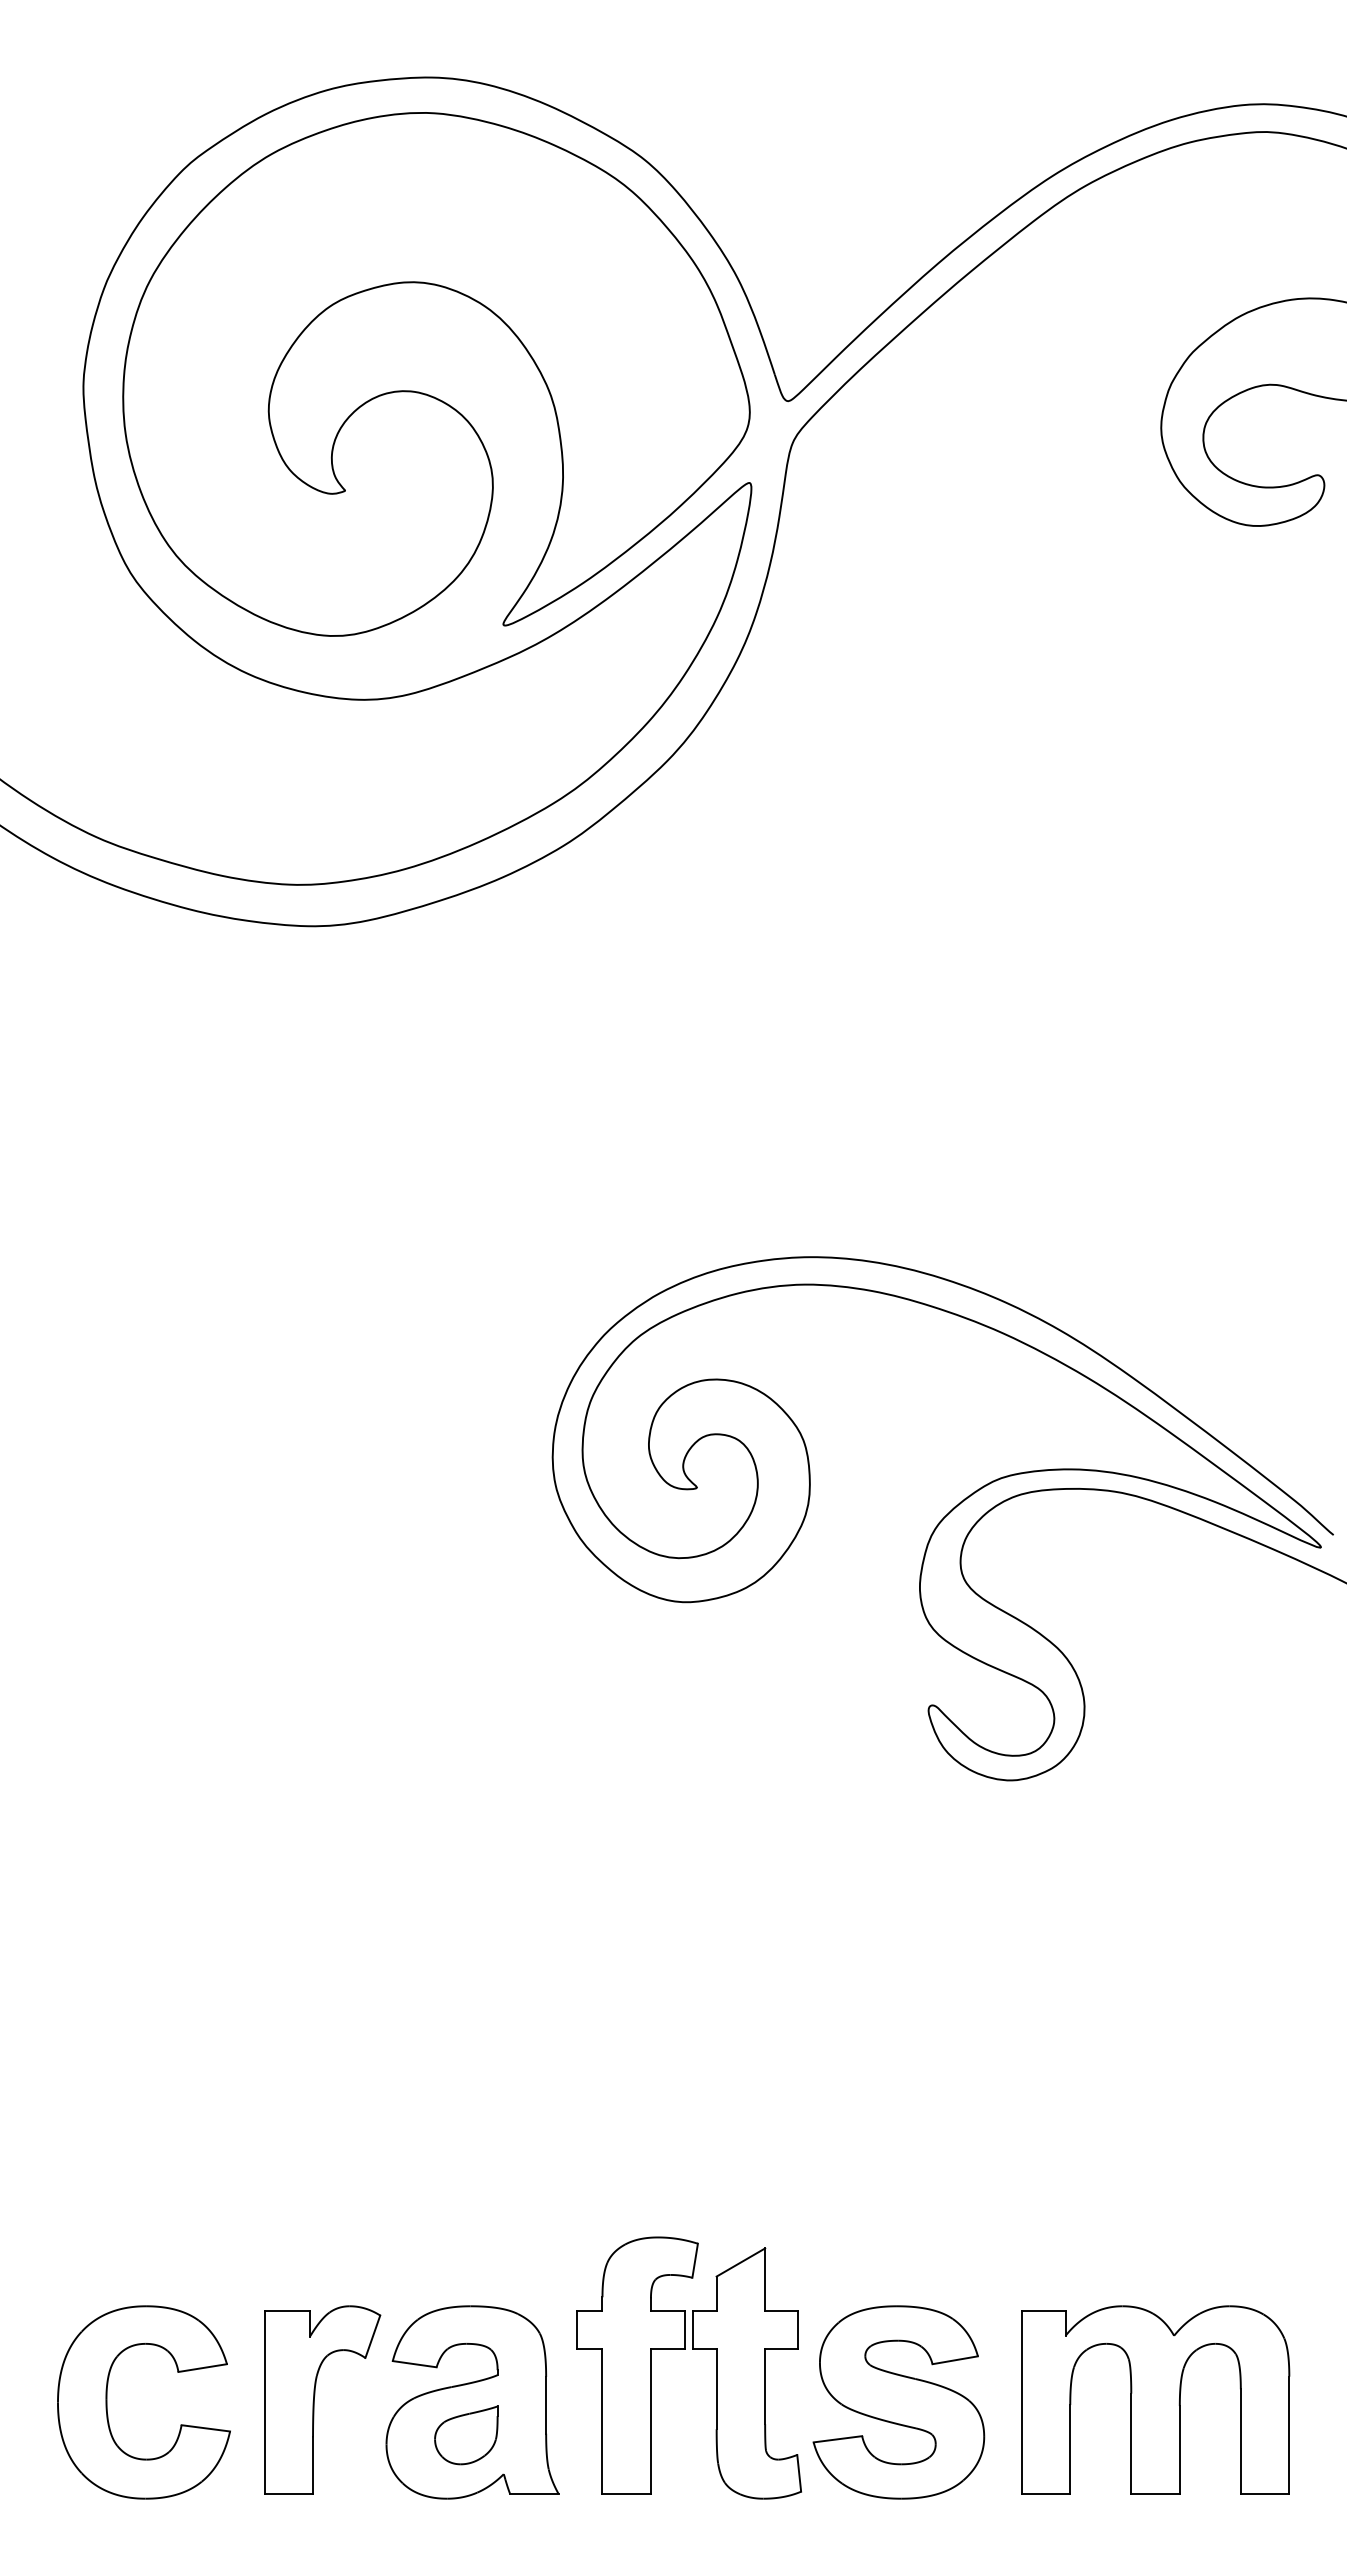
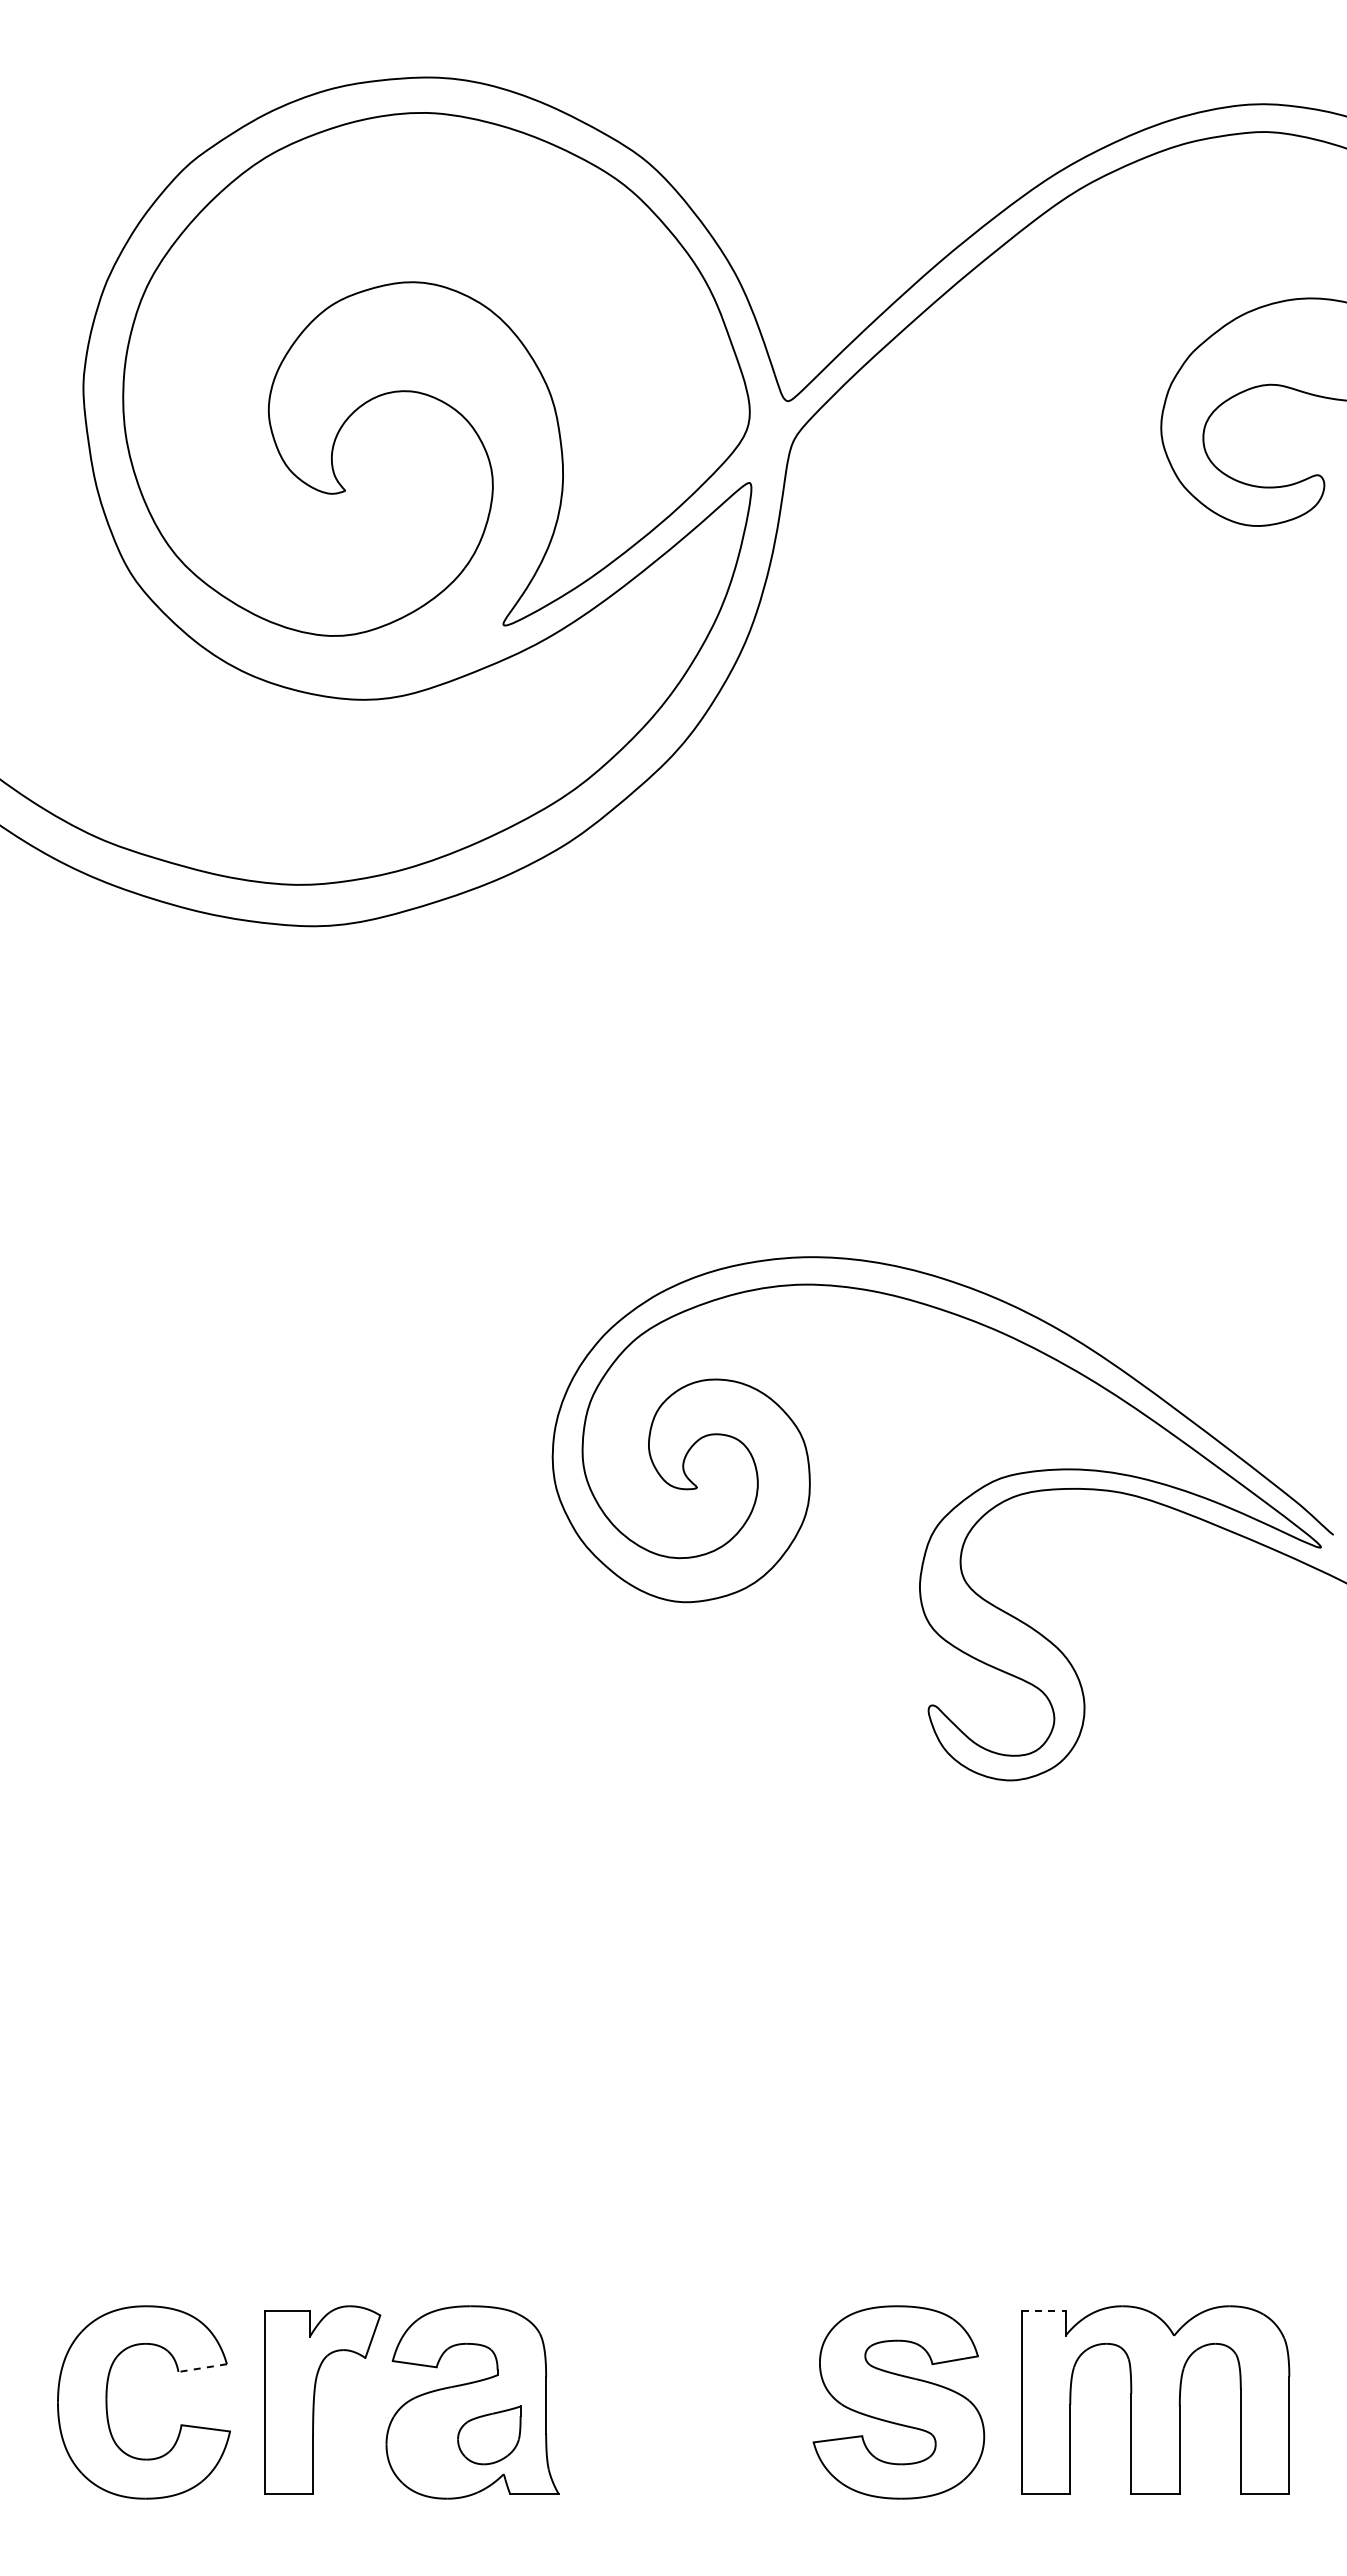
line at (1043, 2310): solid -> dashed
part at (685, 2349): present -> none
line at (202, 2368): solid -> dashed
part at (466, 2435) position: (466, 2435) -> (489, 2435)
